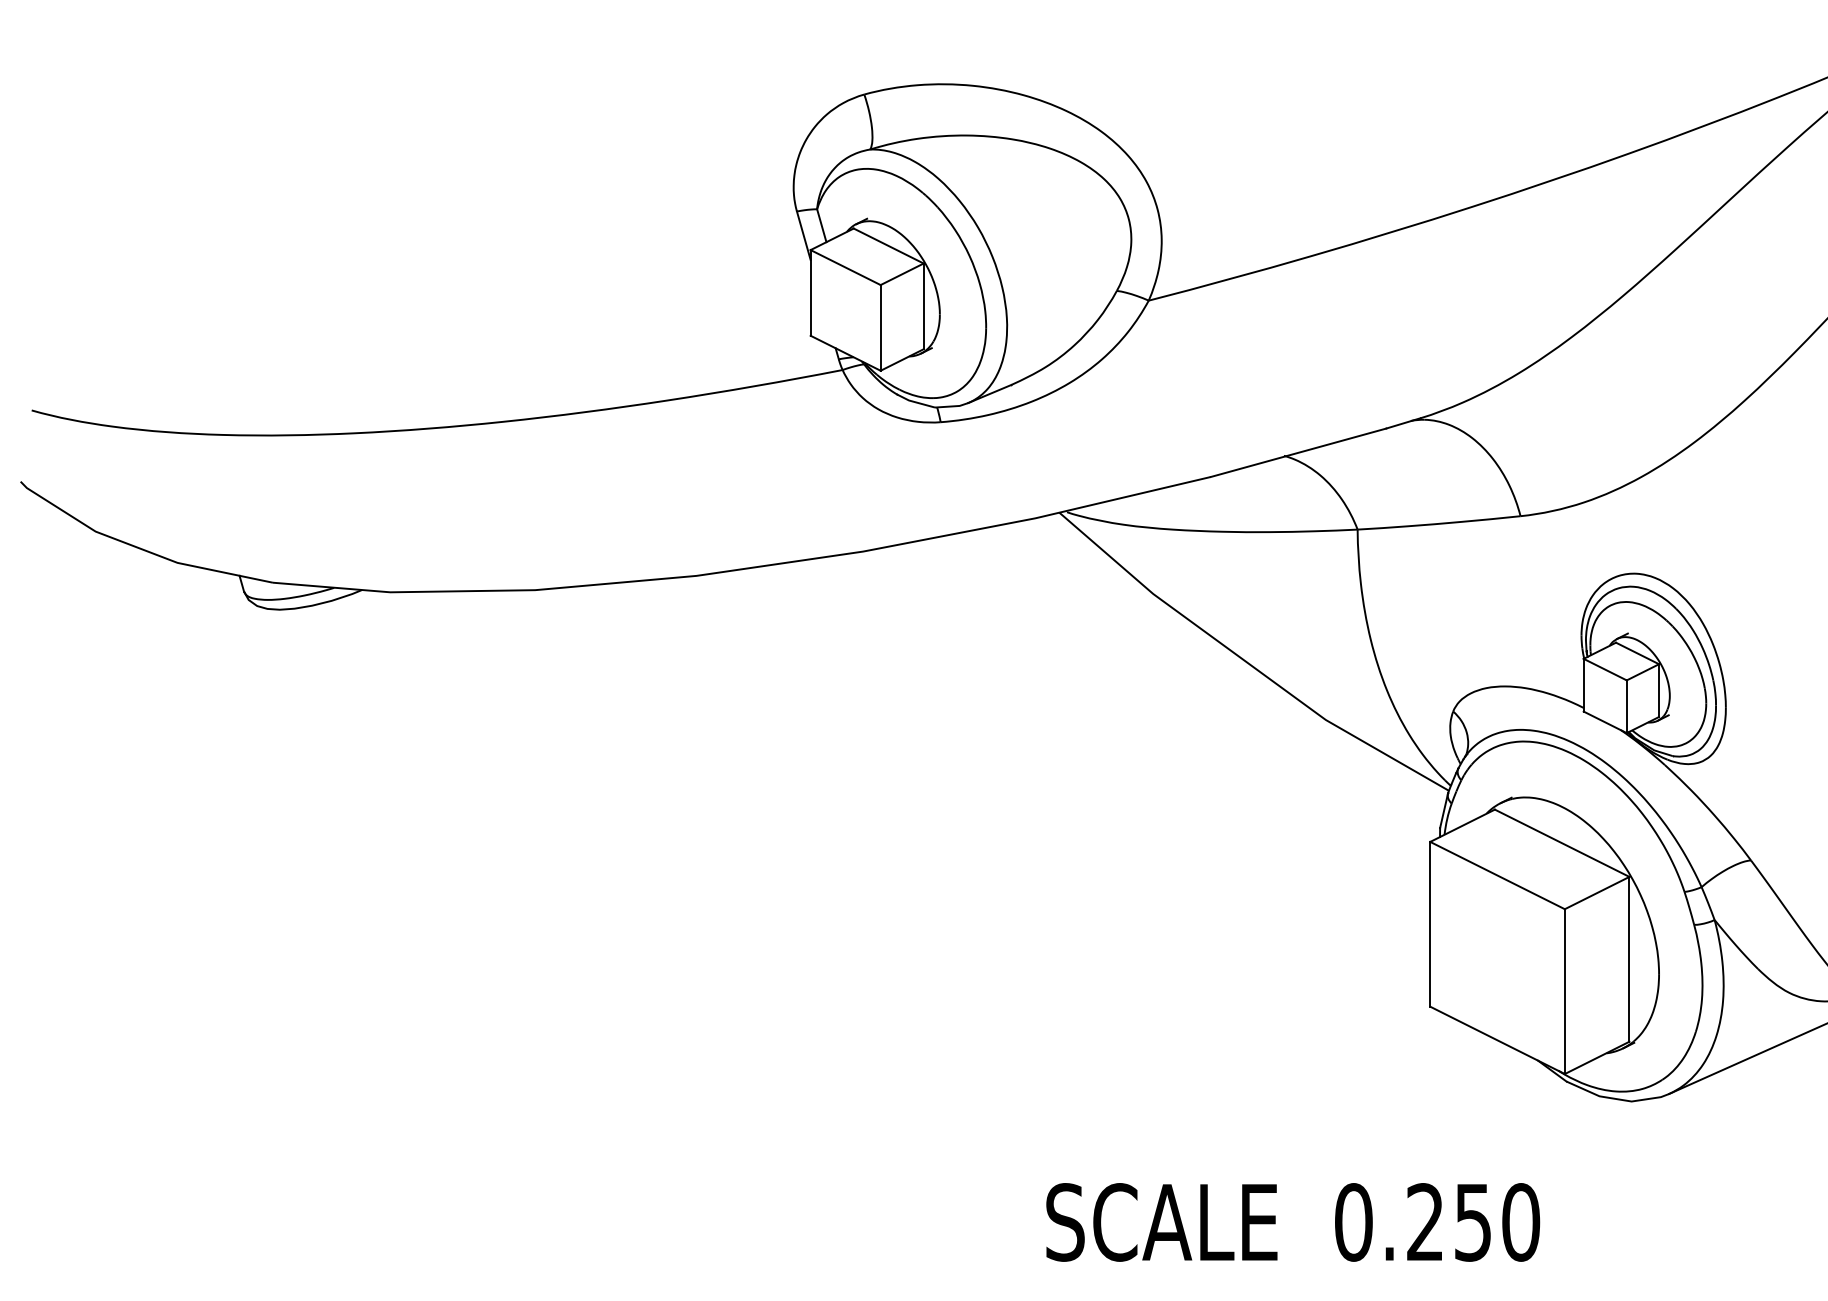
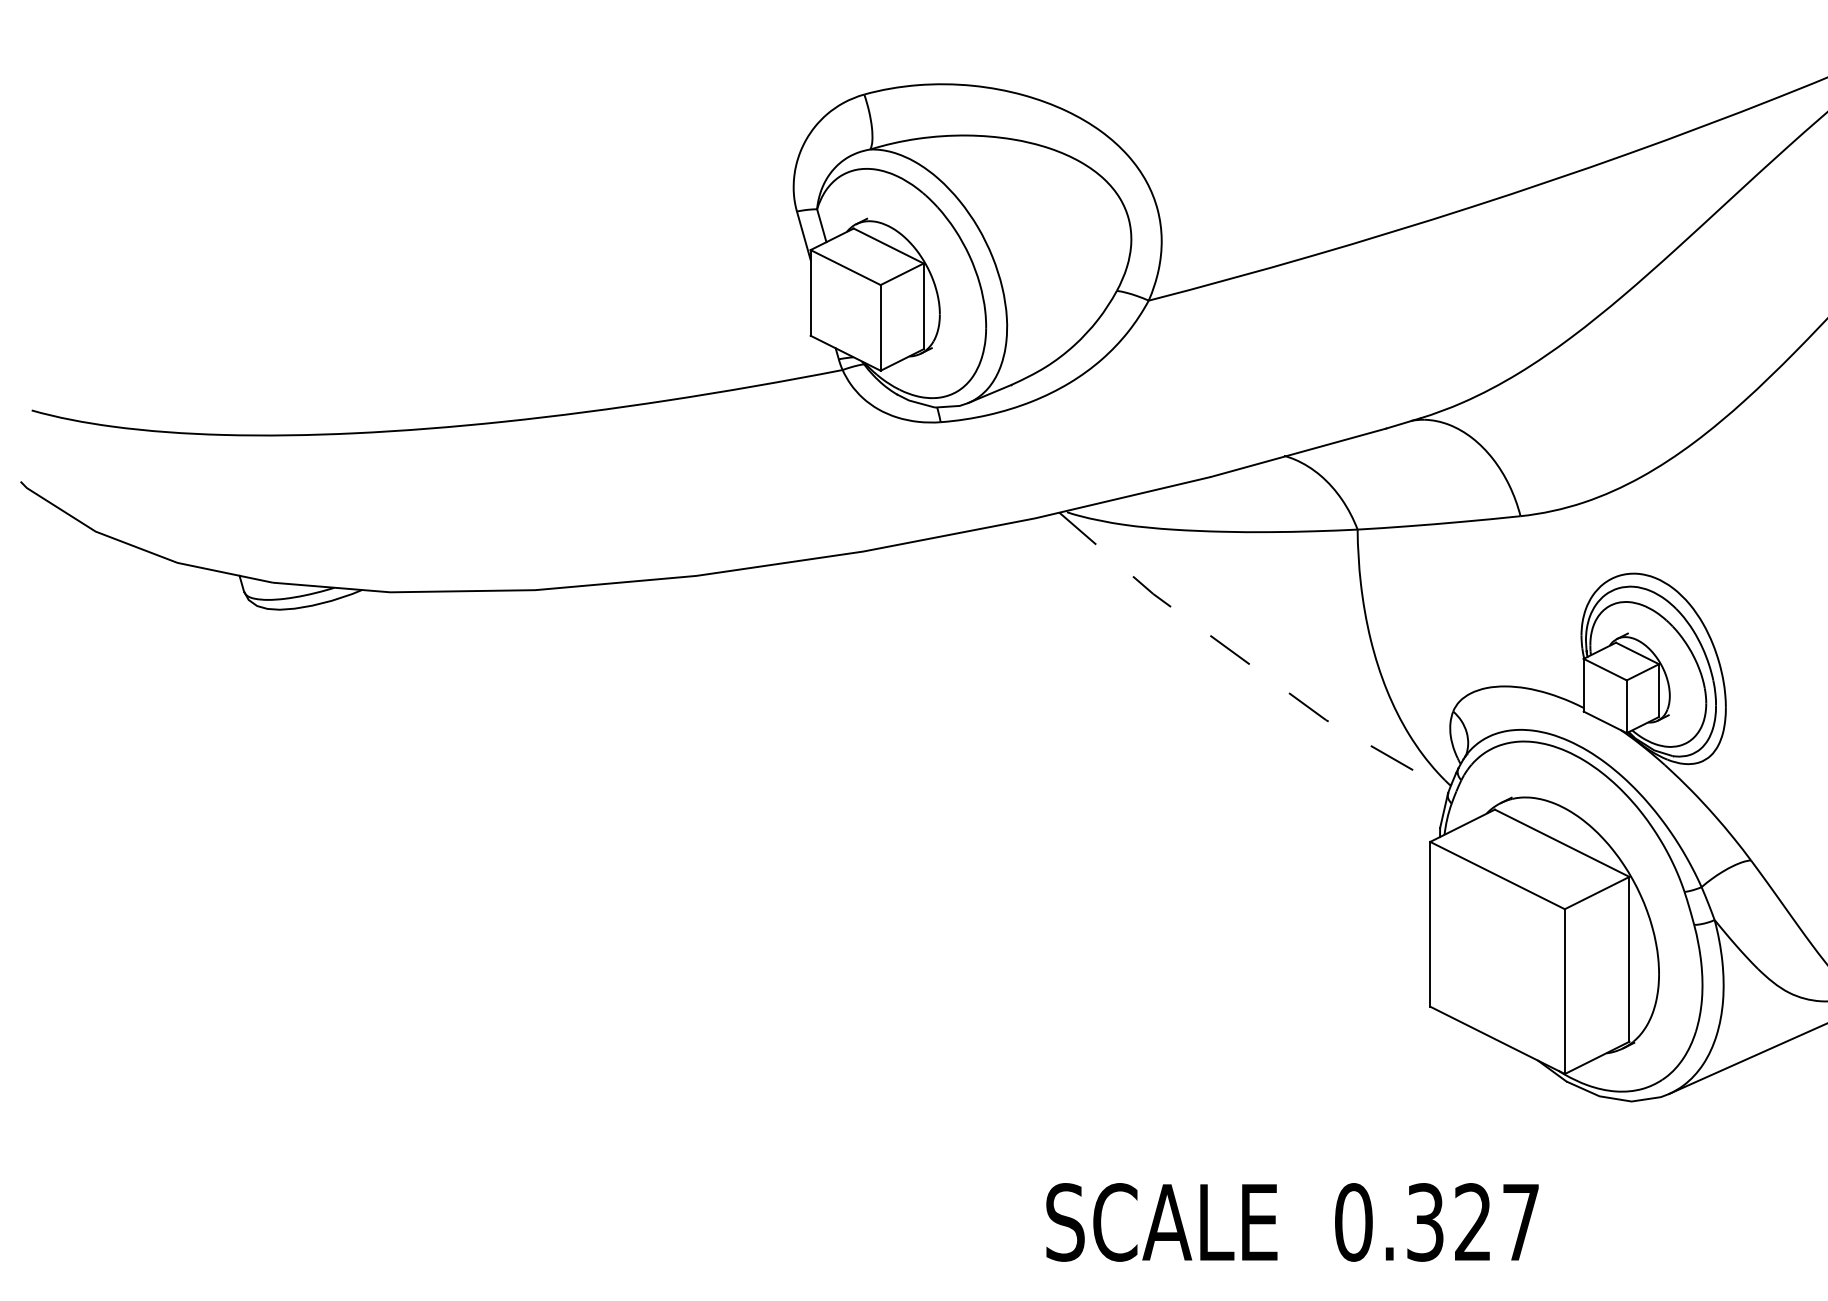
line at (1246, 662): solid -> dashed
text at (1473, 1222): 0.250 -> 0.327
